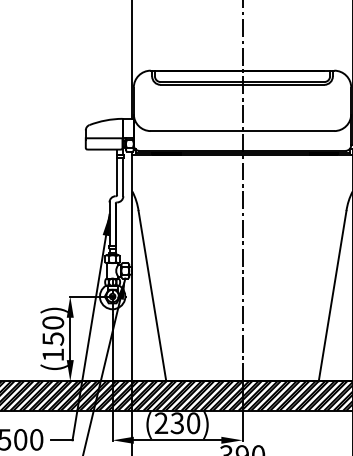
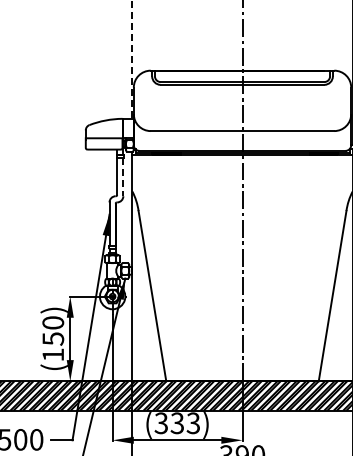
line at (132, 60): solid -> dashed
line at (123, 177): solid -> dashed
text at (177, 423): (230) -> (333)
